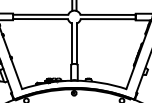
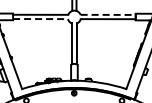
line at (108, 14): solid -> dashed
line at (41, 19): solid -> dashed
